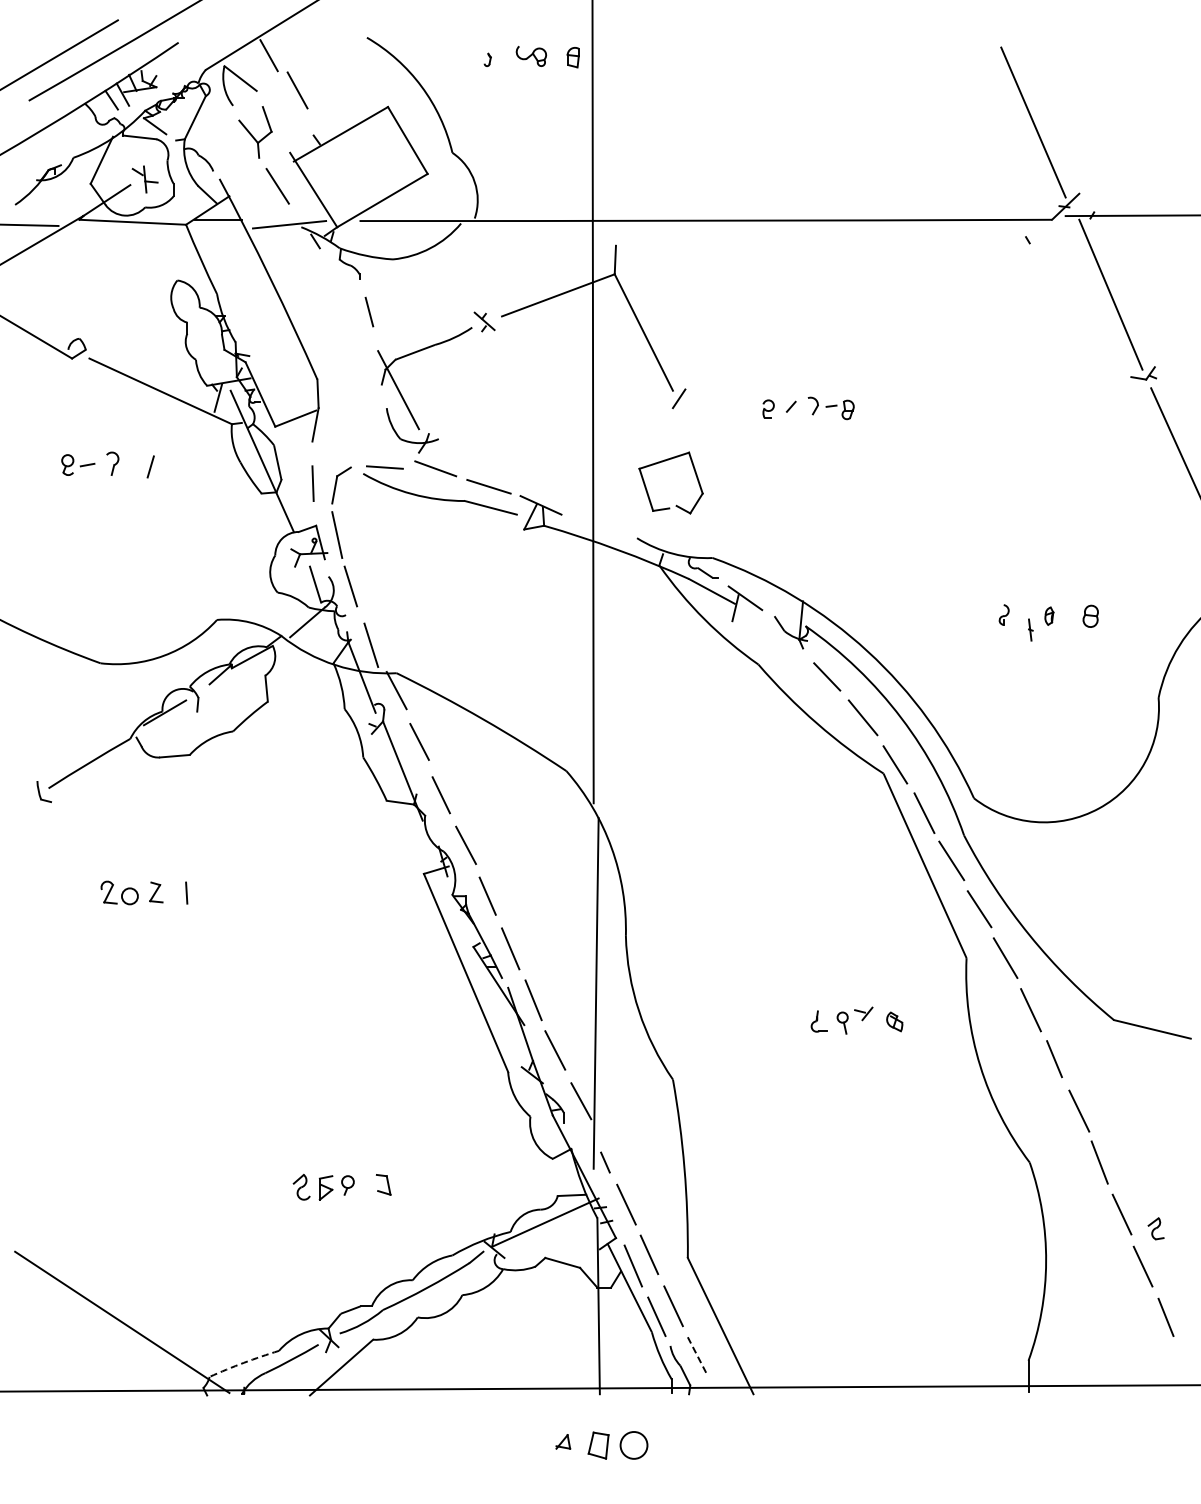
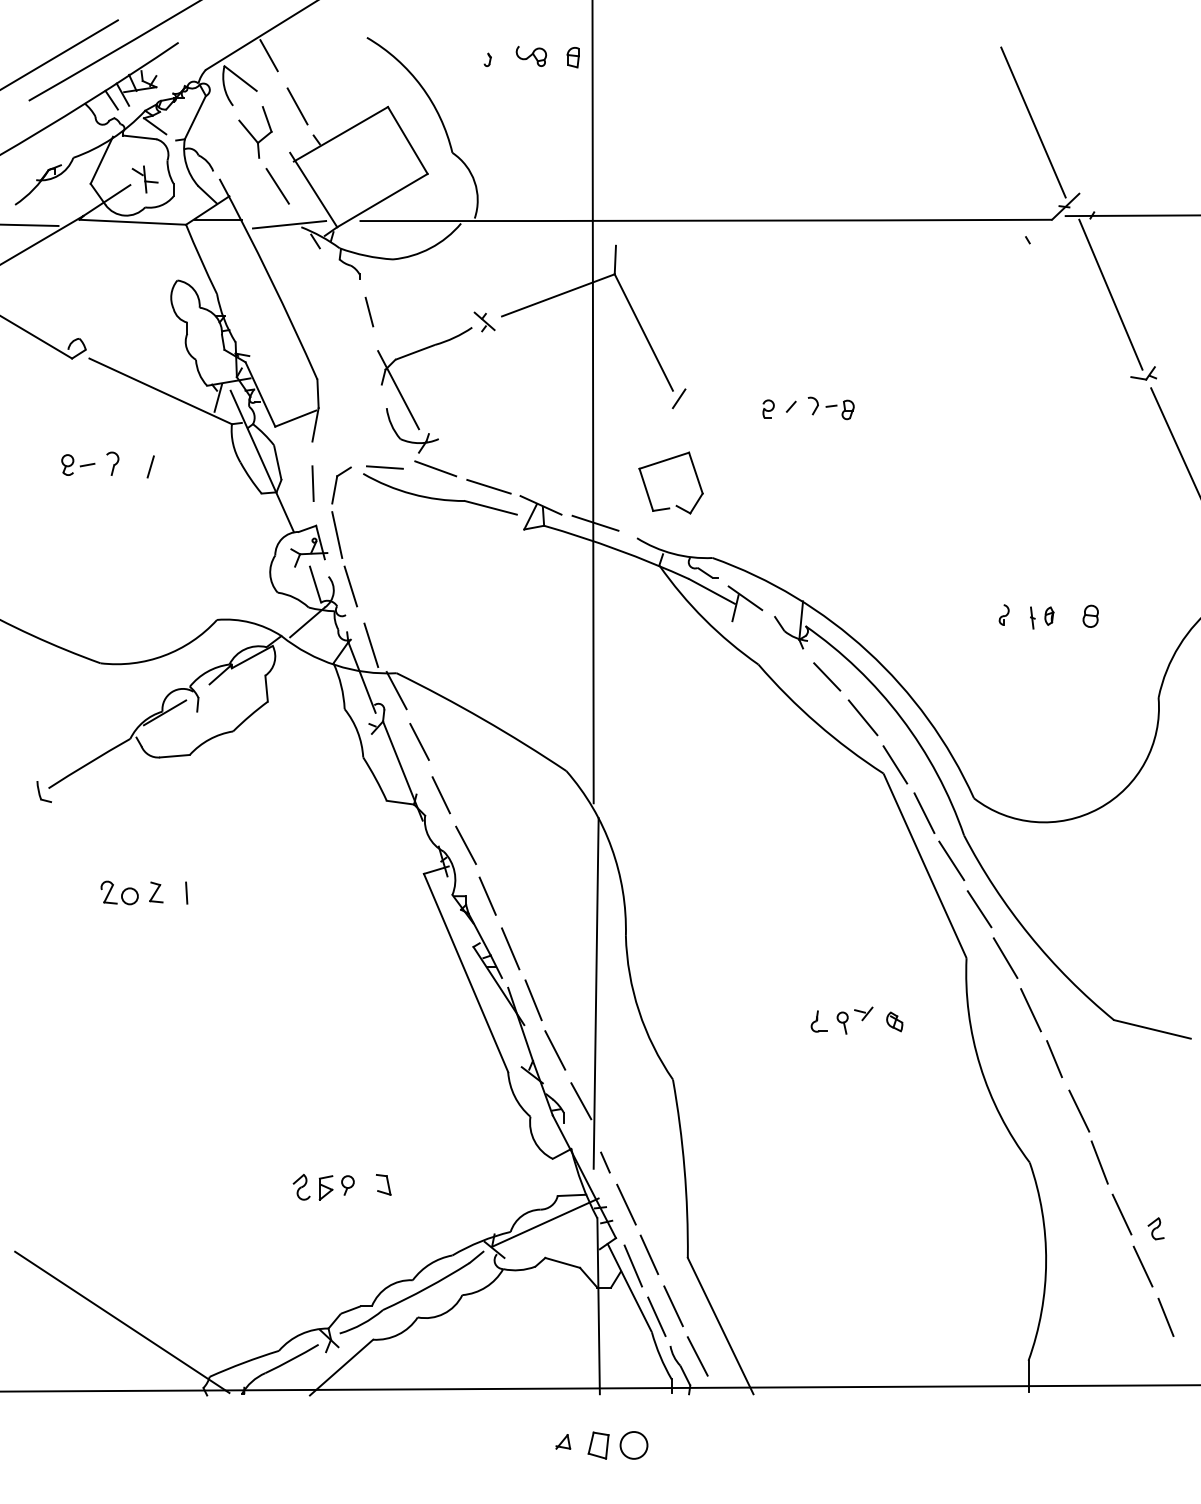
line at (297, 90) position: (297, 90) -> (297, 106)
line at (595, 522): none -> present
part at (1030, 629) position: (1030, 629) -> (1032, 617)
line at (697, 1356): dashed -> solid
arc at (243, 1362): dashed -> solid
